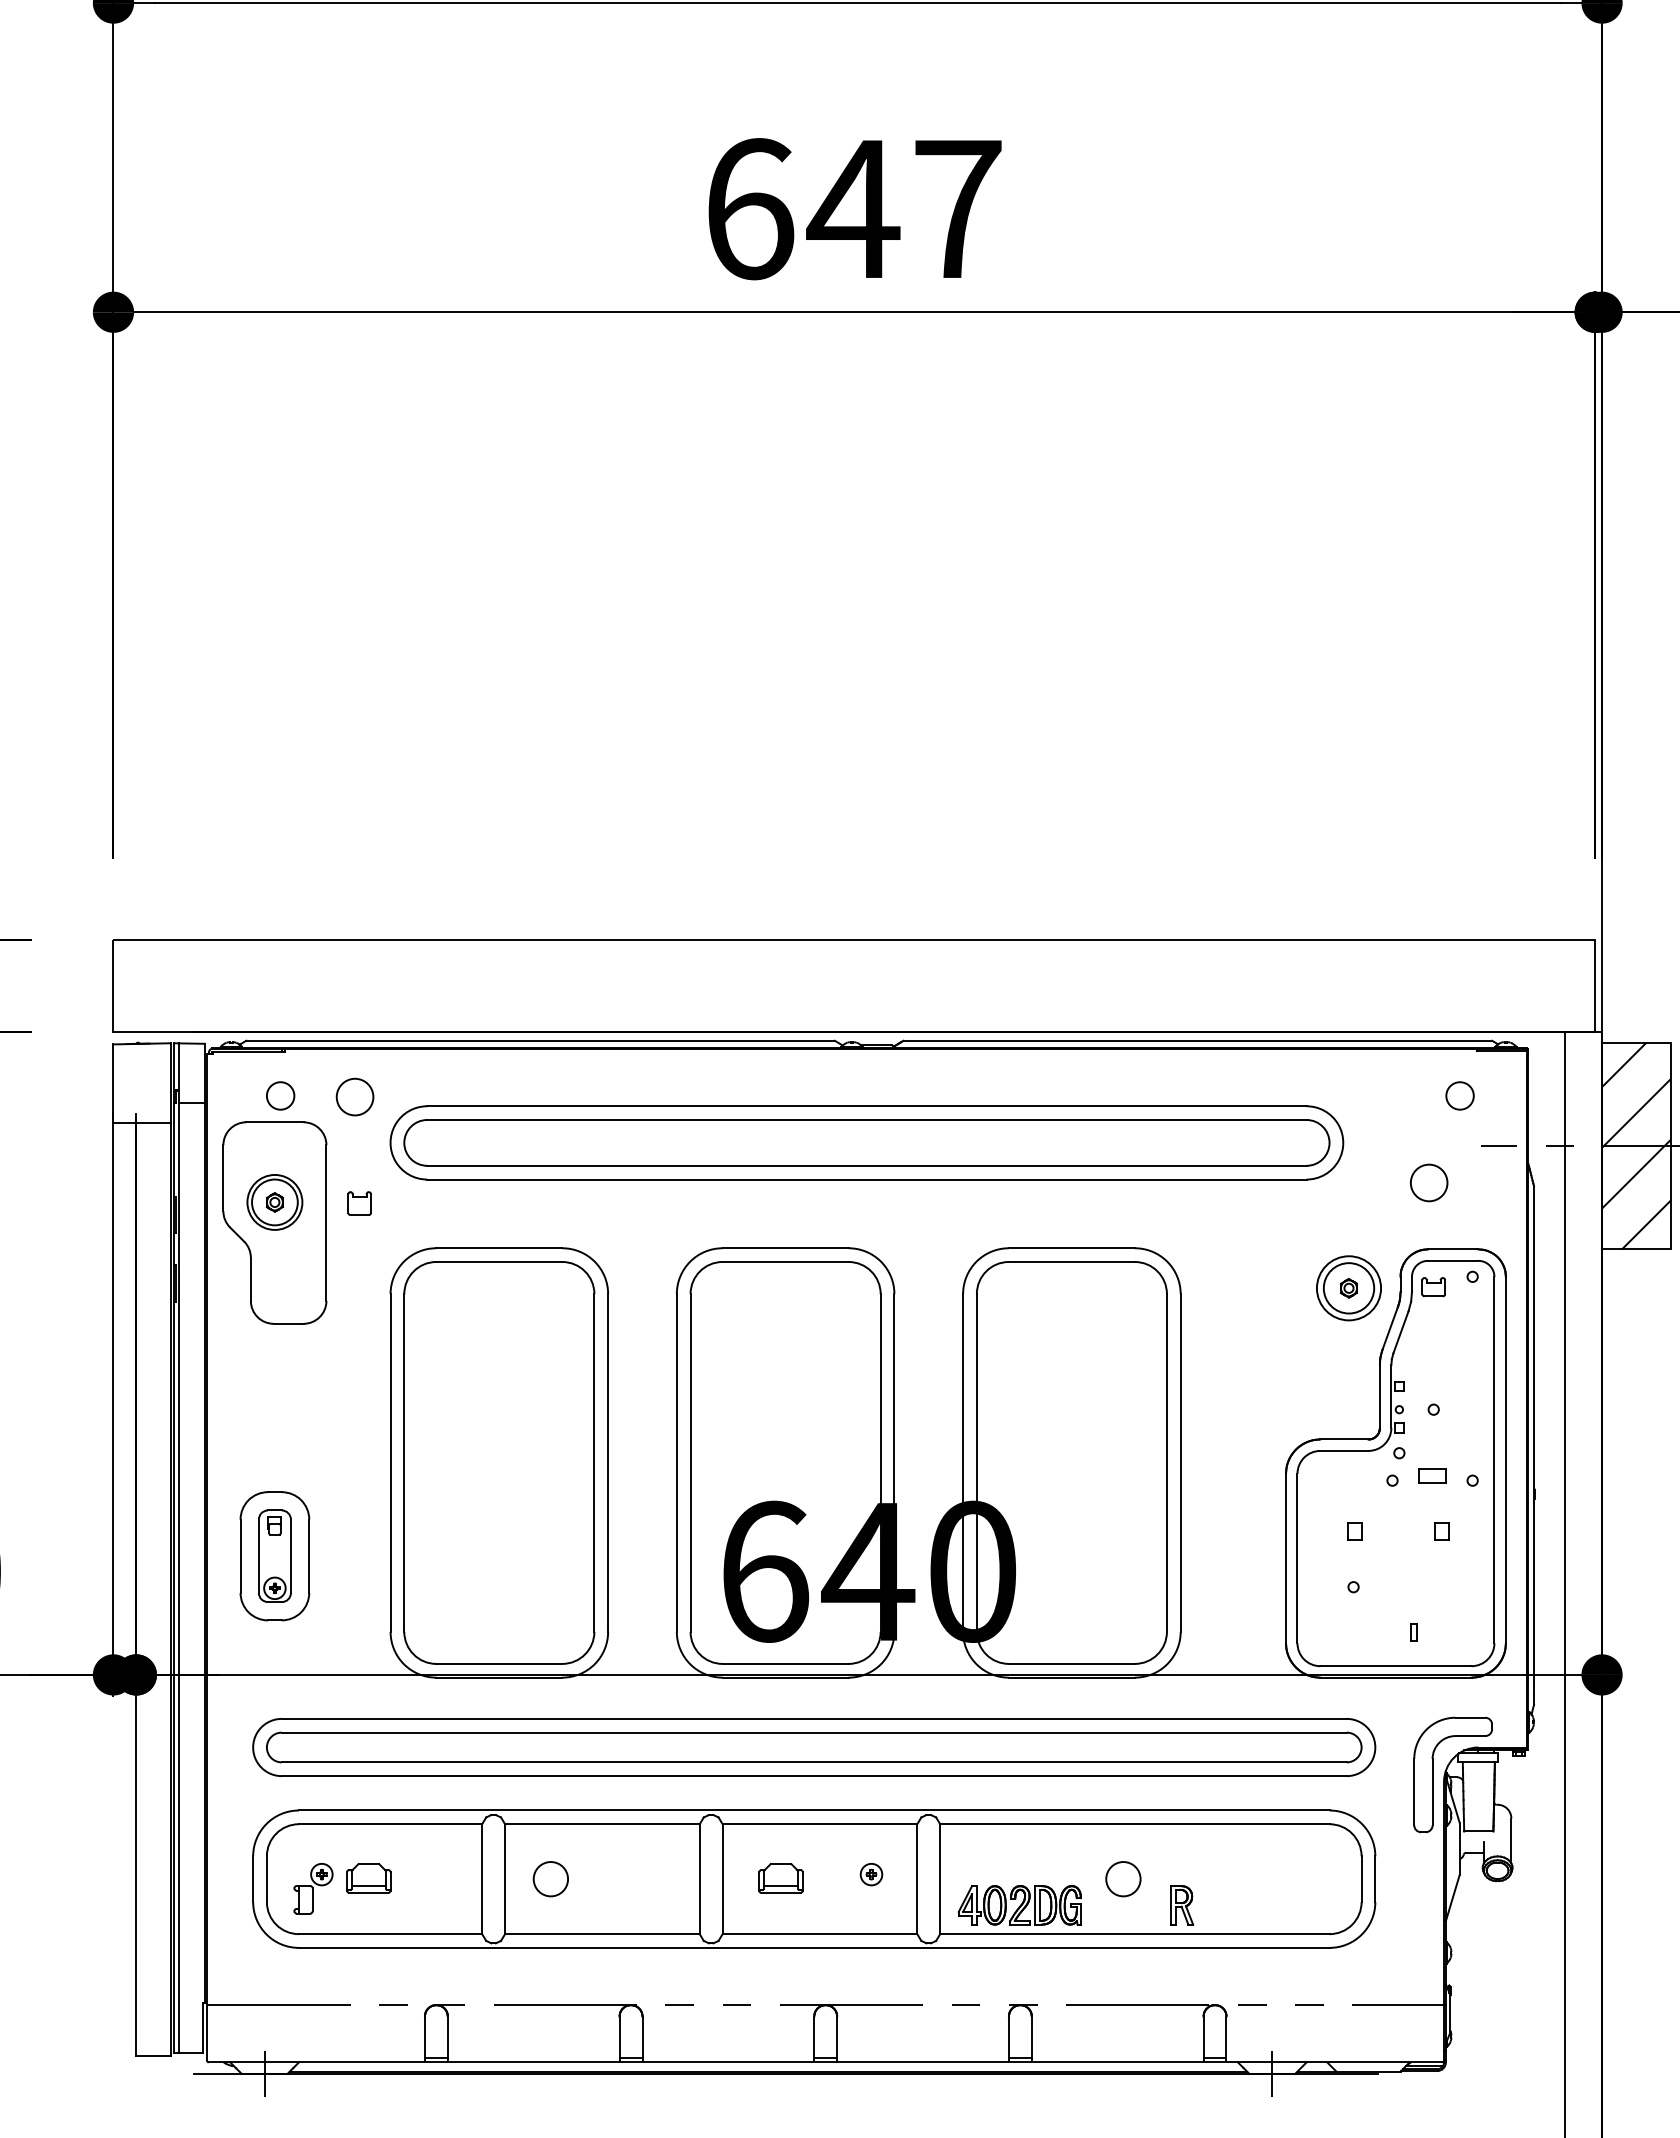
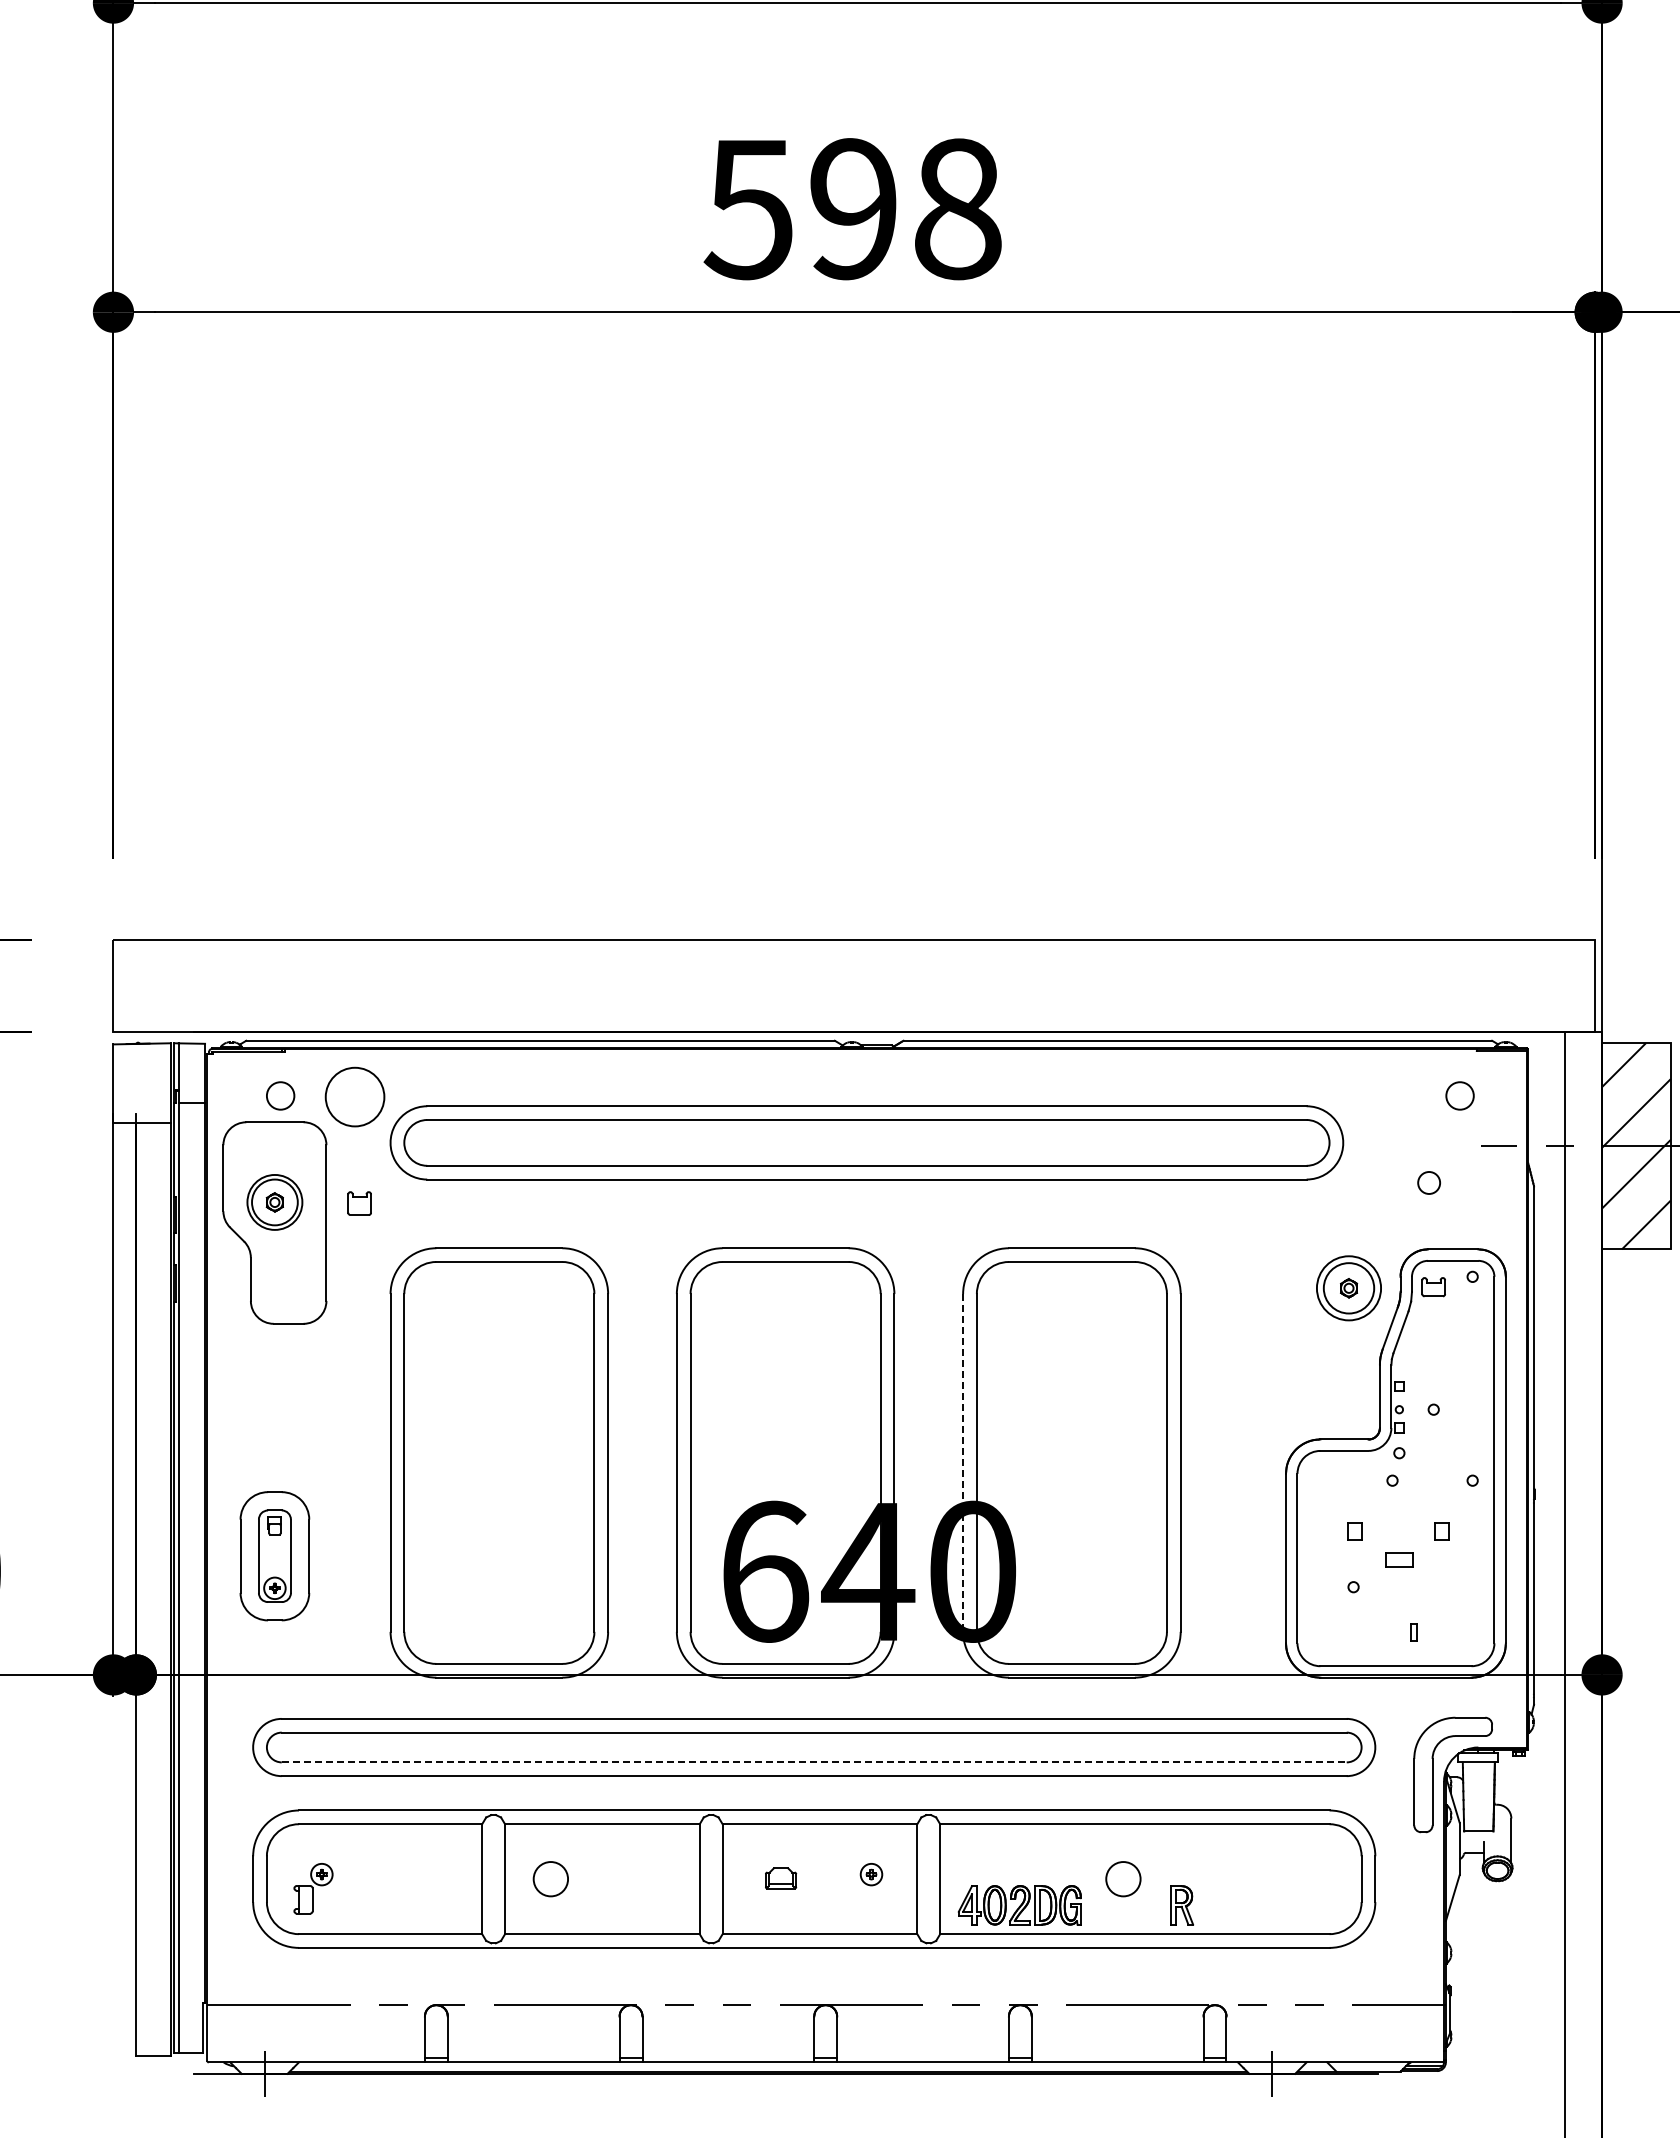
text at (852, 209): 647 -> 598
circle at (354, 1096) diameter: 37 px -> 59 px
circle at (1428, 1182) diameter: 37 px -> 22 px
line at (963, 1462): solid -> dashed
part at (1432, 1475) position: (1432, 1475) -> (1399, 1559)
line at (814, 1762): solid -> dashed
part at (368, 1878): present -> none
part at (780, 1878) size: 46x31 px -> 33x23 px
